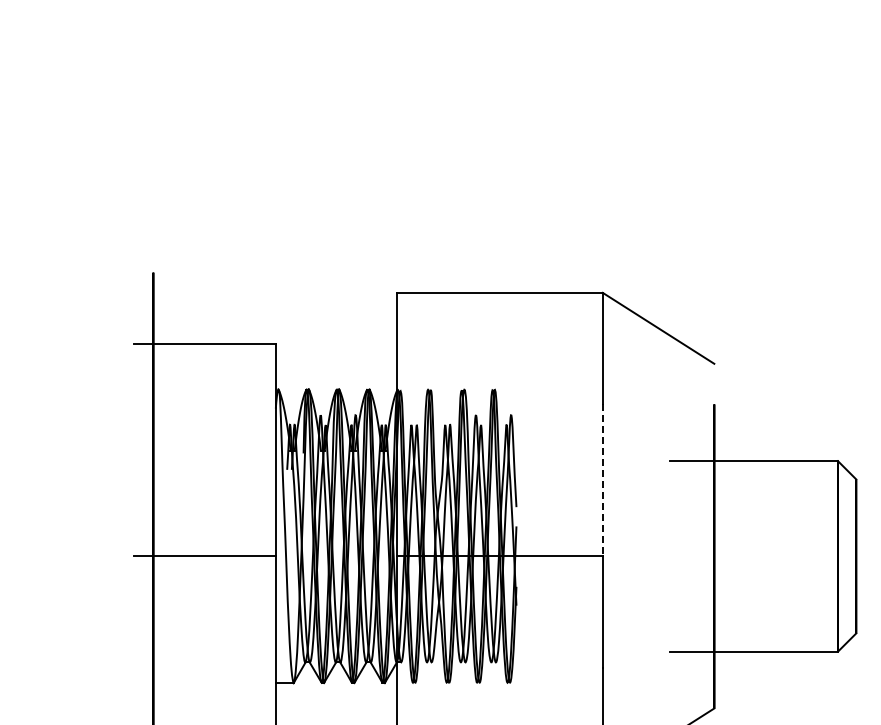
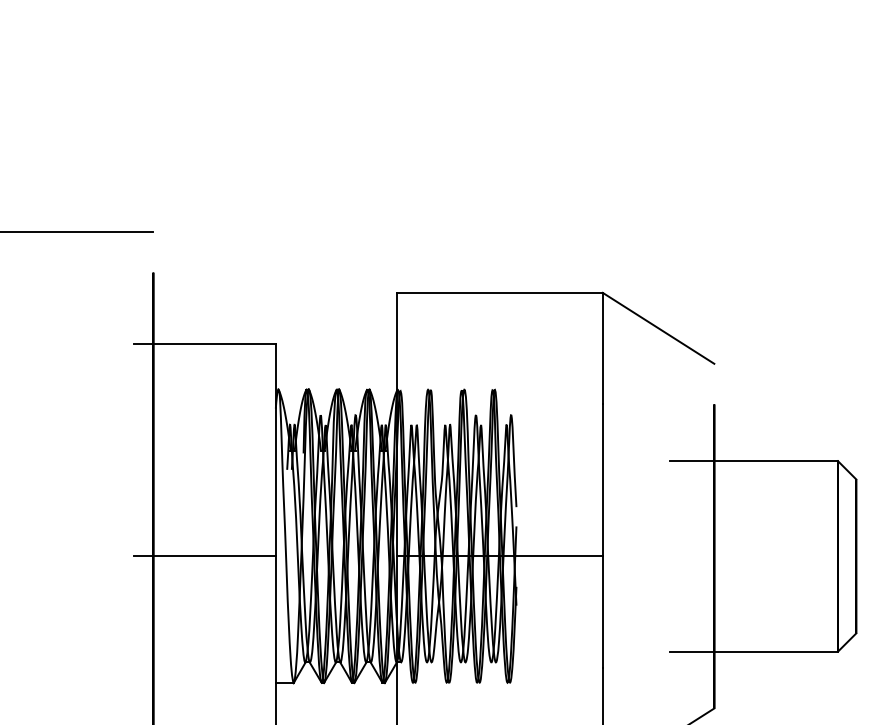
line at (77, 232): none -> present
line at (602, 480): dashed -> solid
